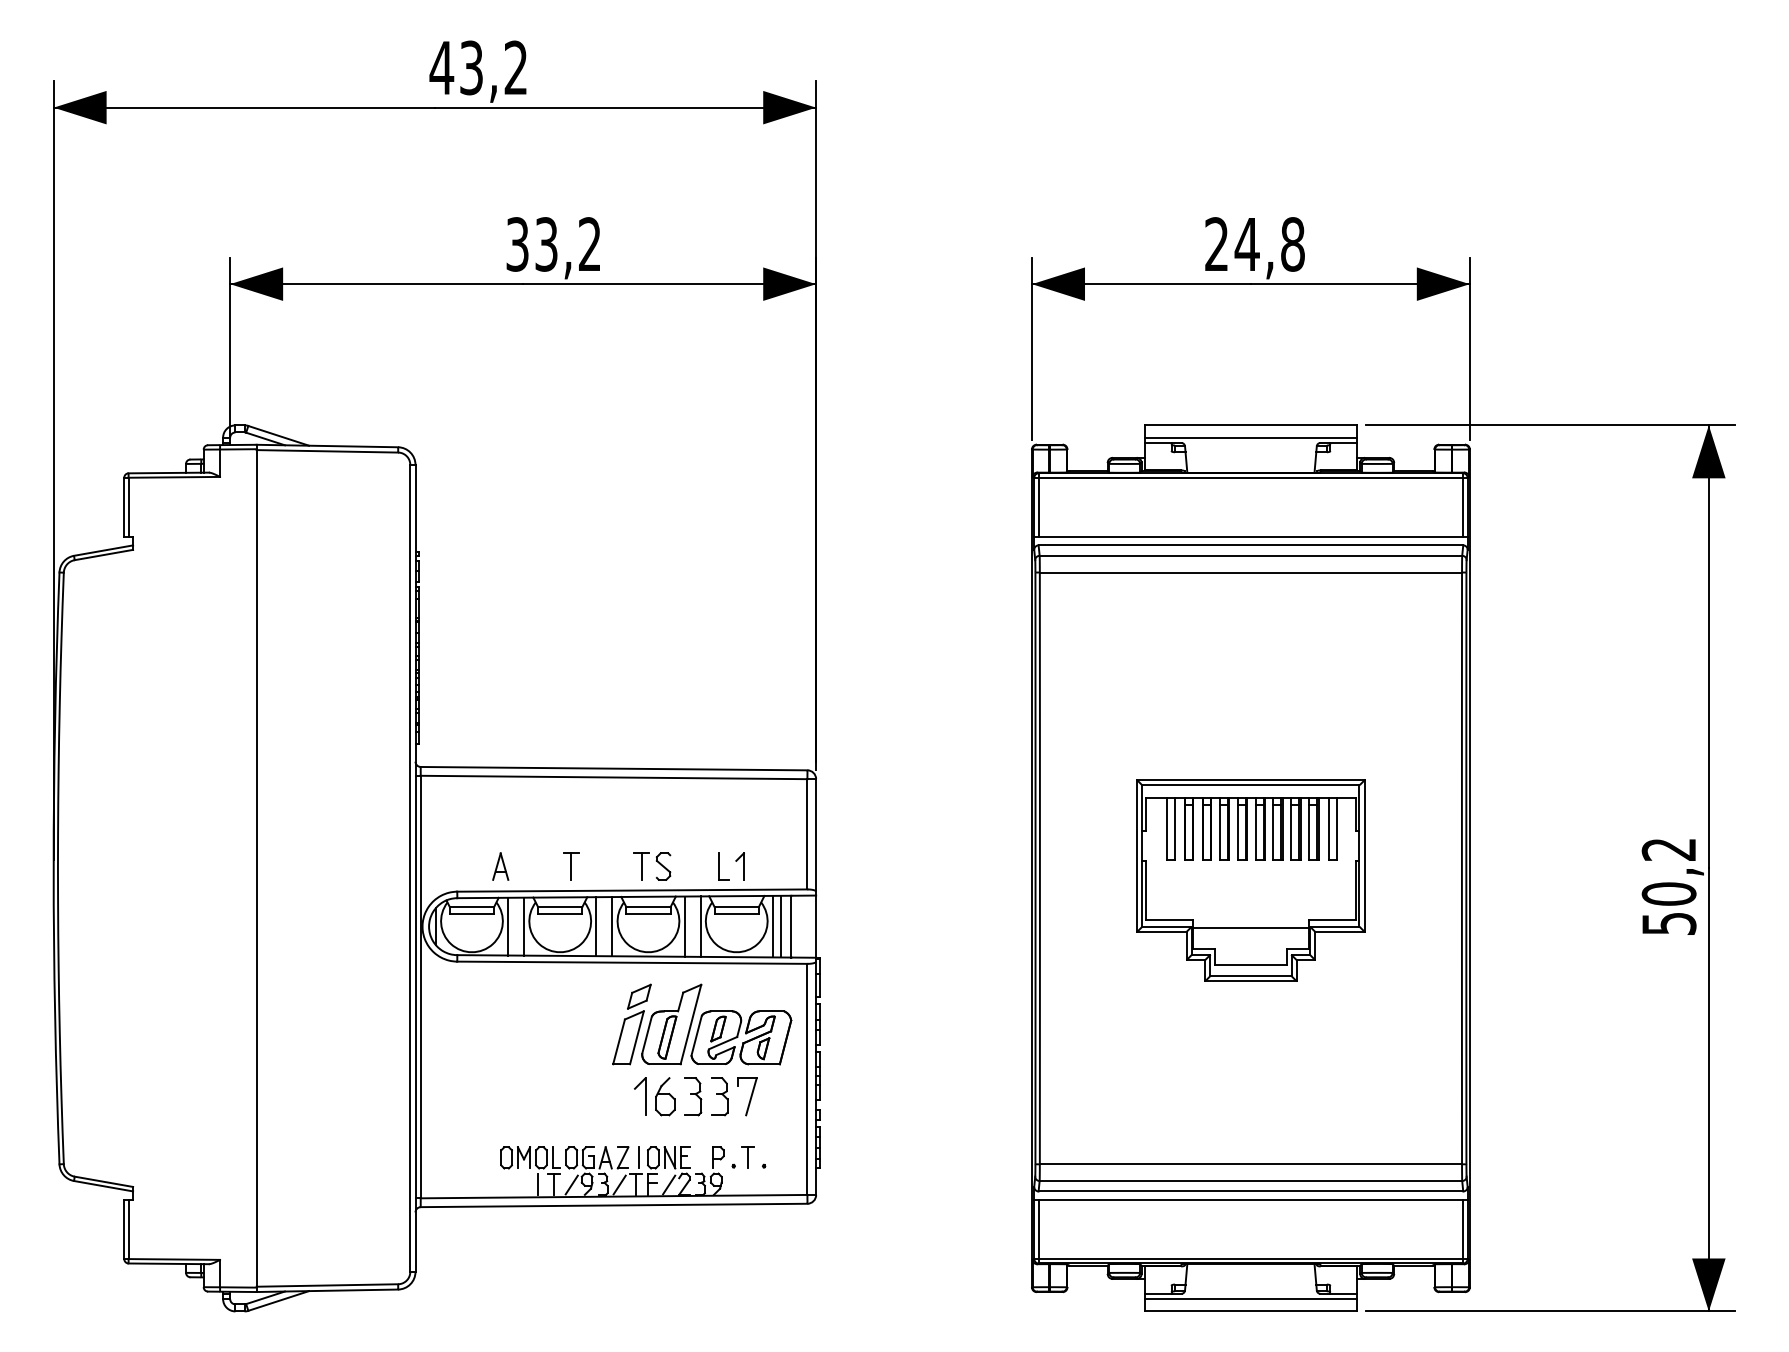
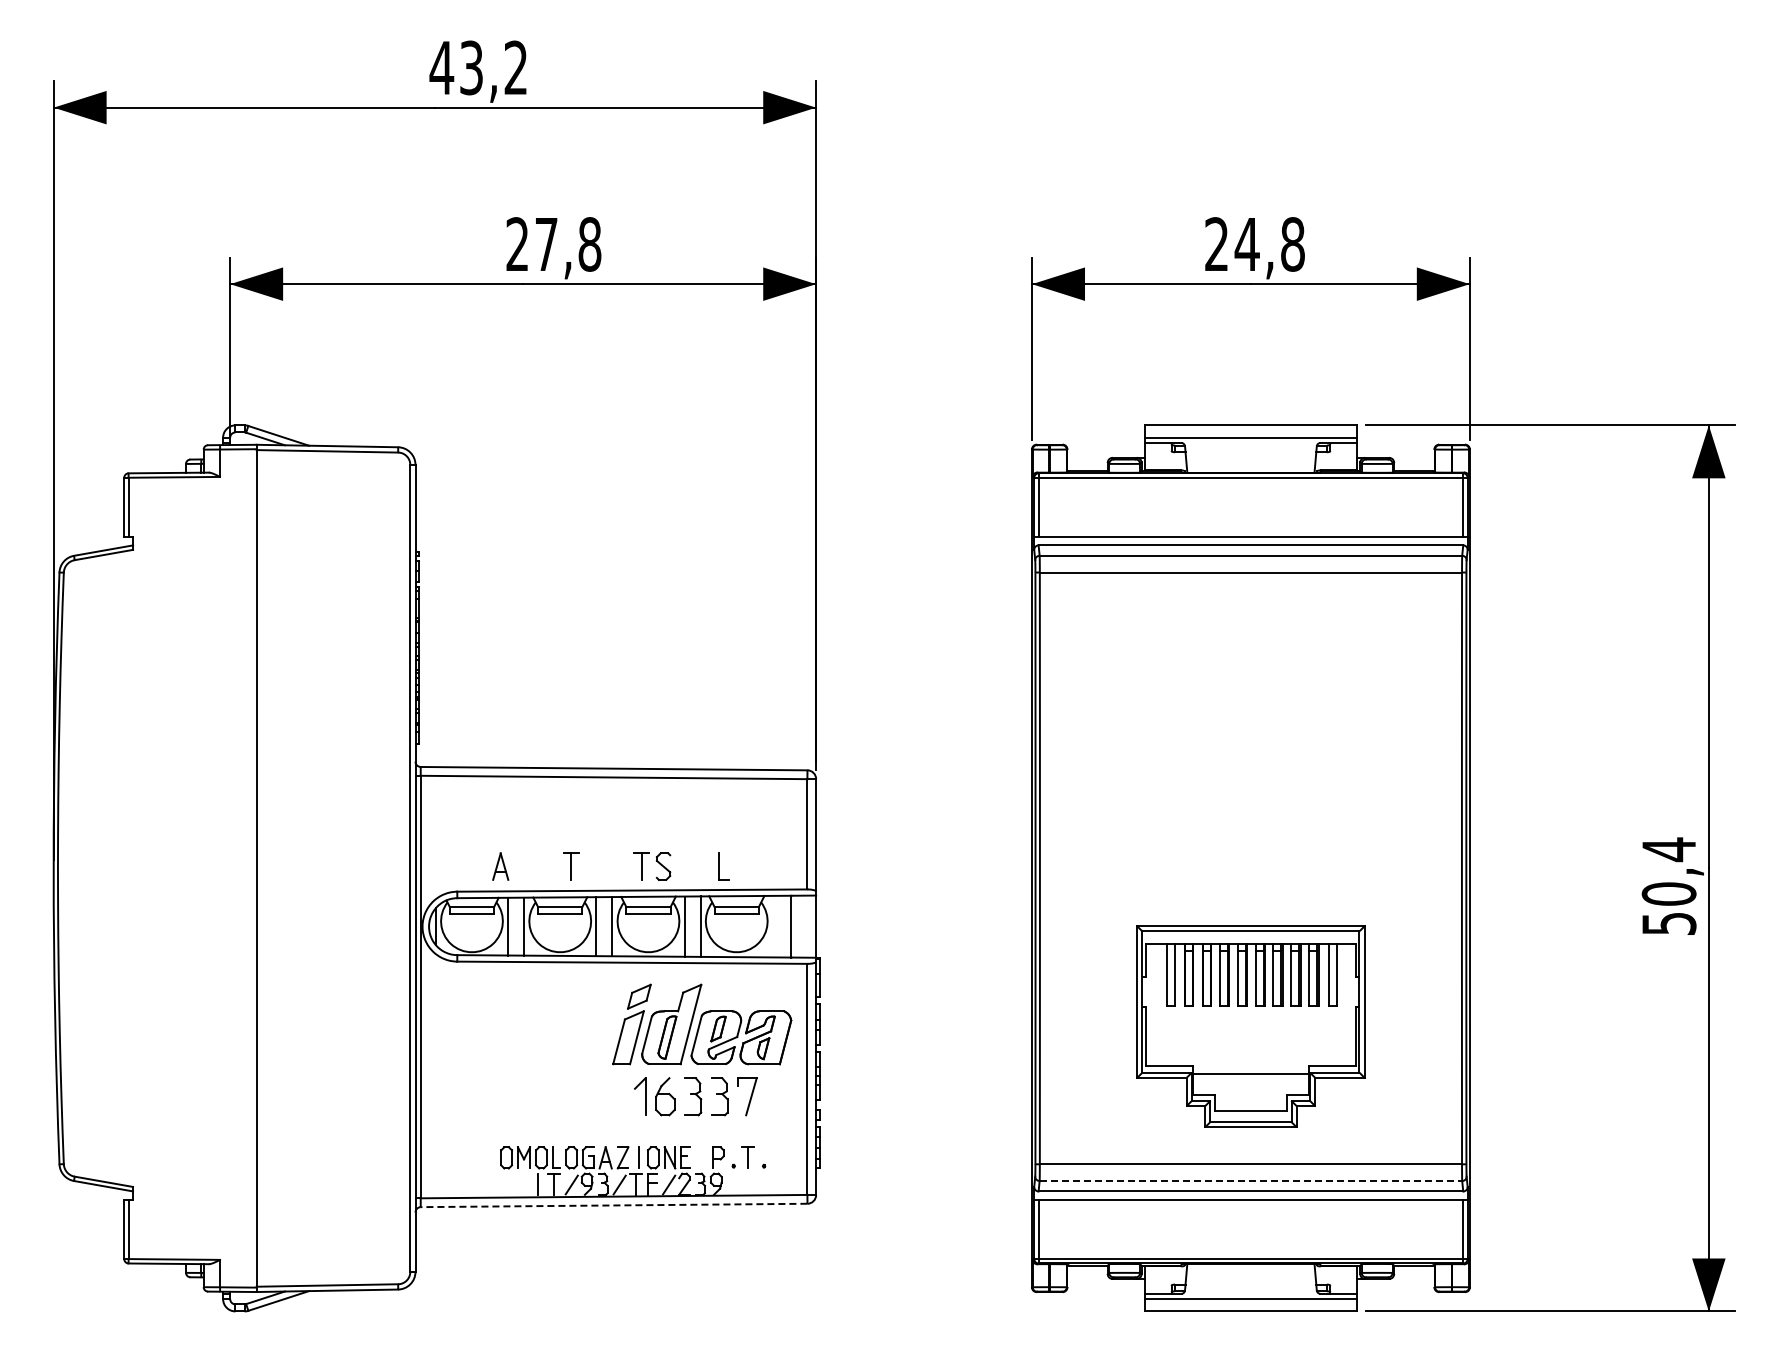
text at (553, 244): 33,2 -> 27,8
text at (1668, 849): 50,2 -> 50,4
part at (739, 866): present -> none
part at (1250, 880) position: (1250, 880) -> (1250, 1026)
line at (772, 926): present -> none
line at (780, 926): present -> none
line at (1251, 1181): solid -> dashed
line at (613, 1205): solid -> dashed
